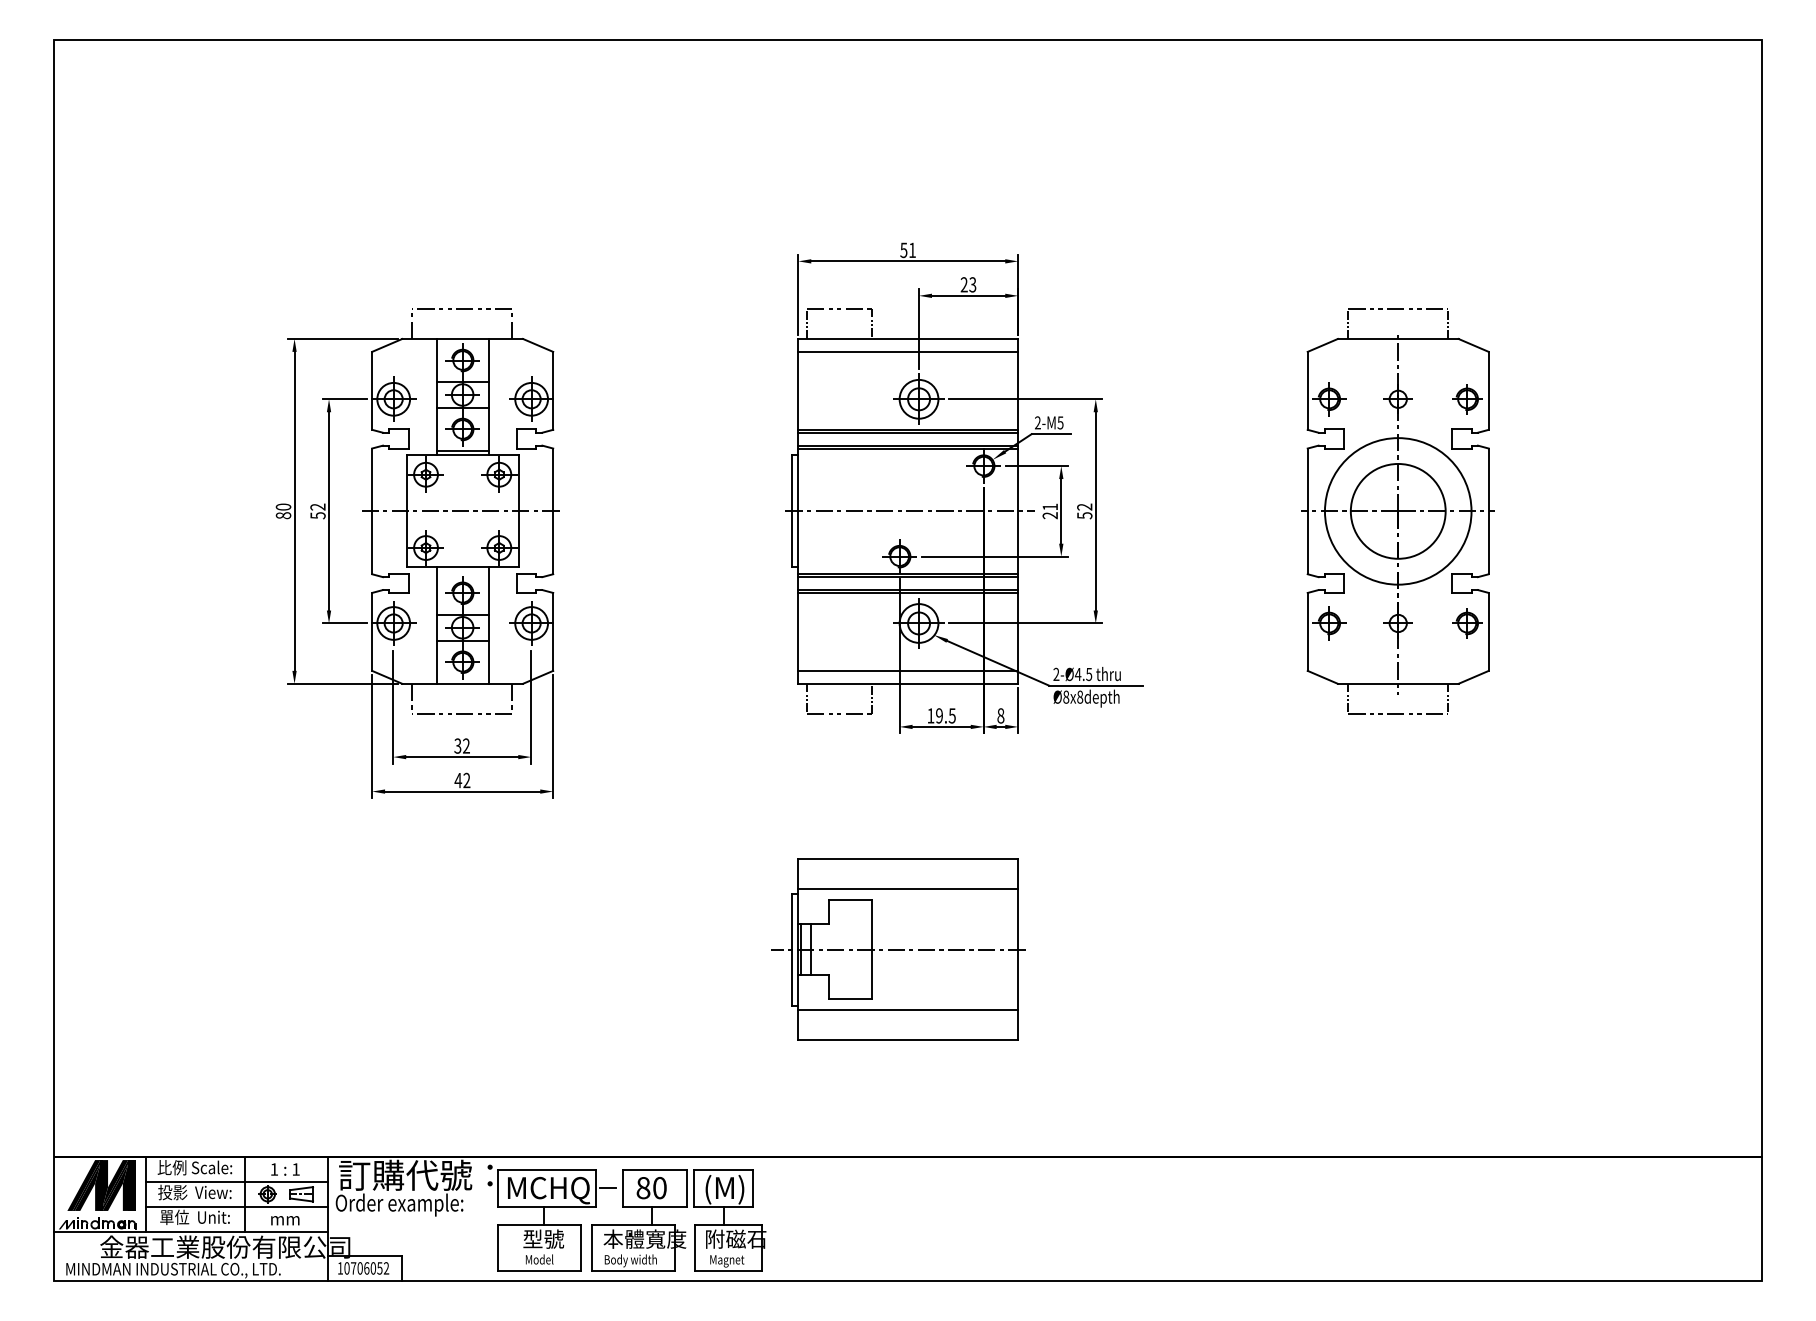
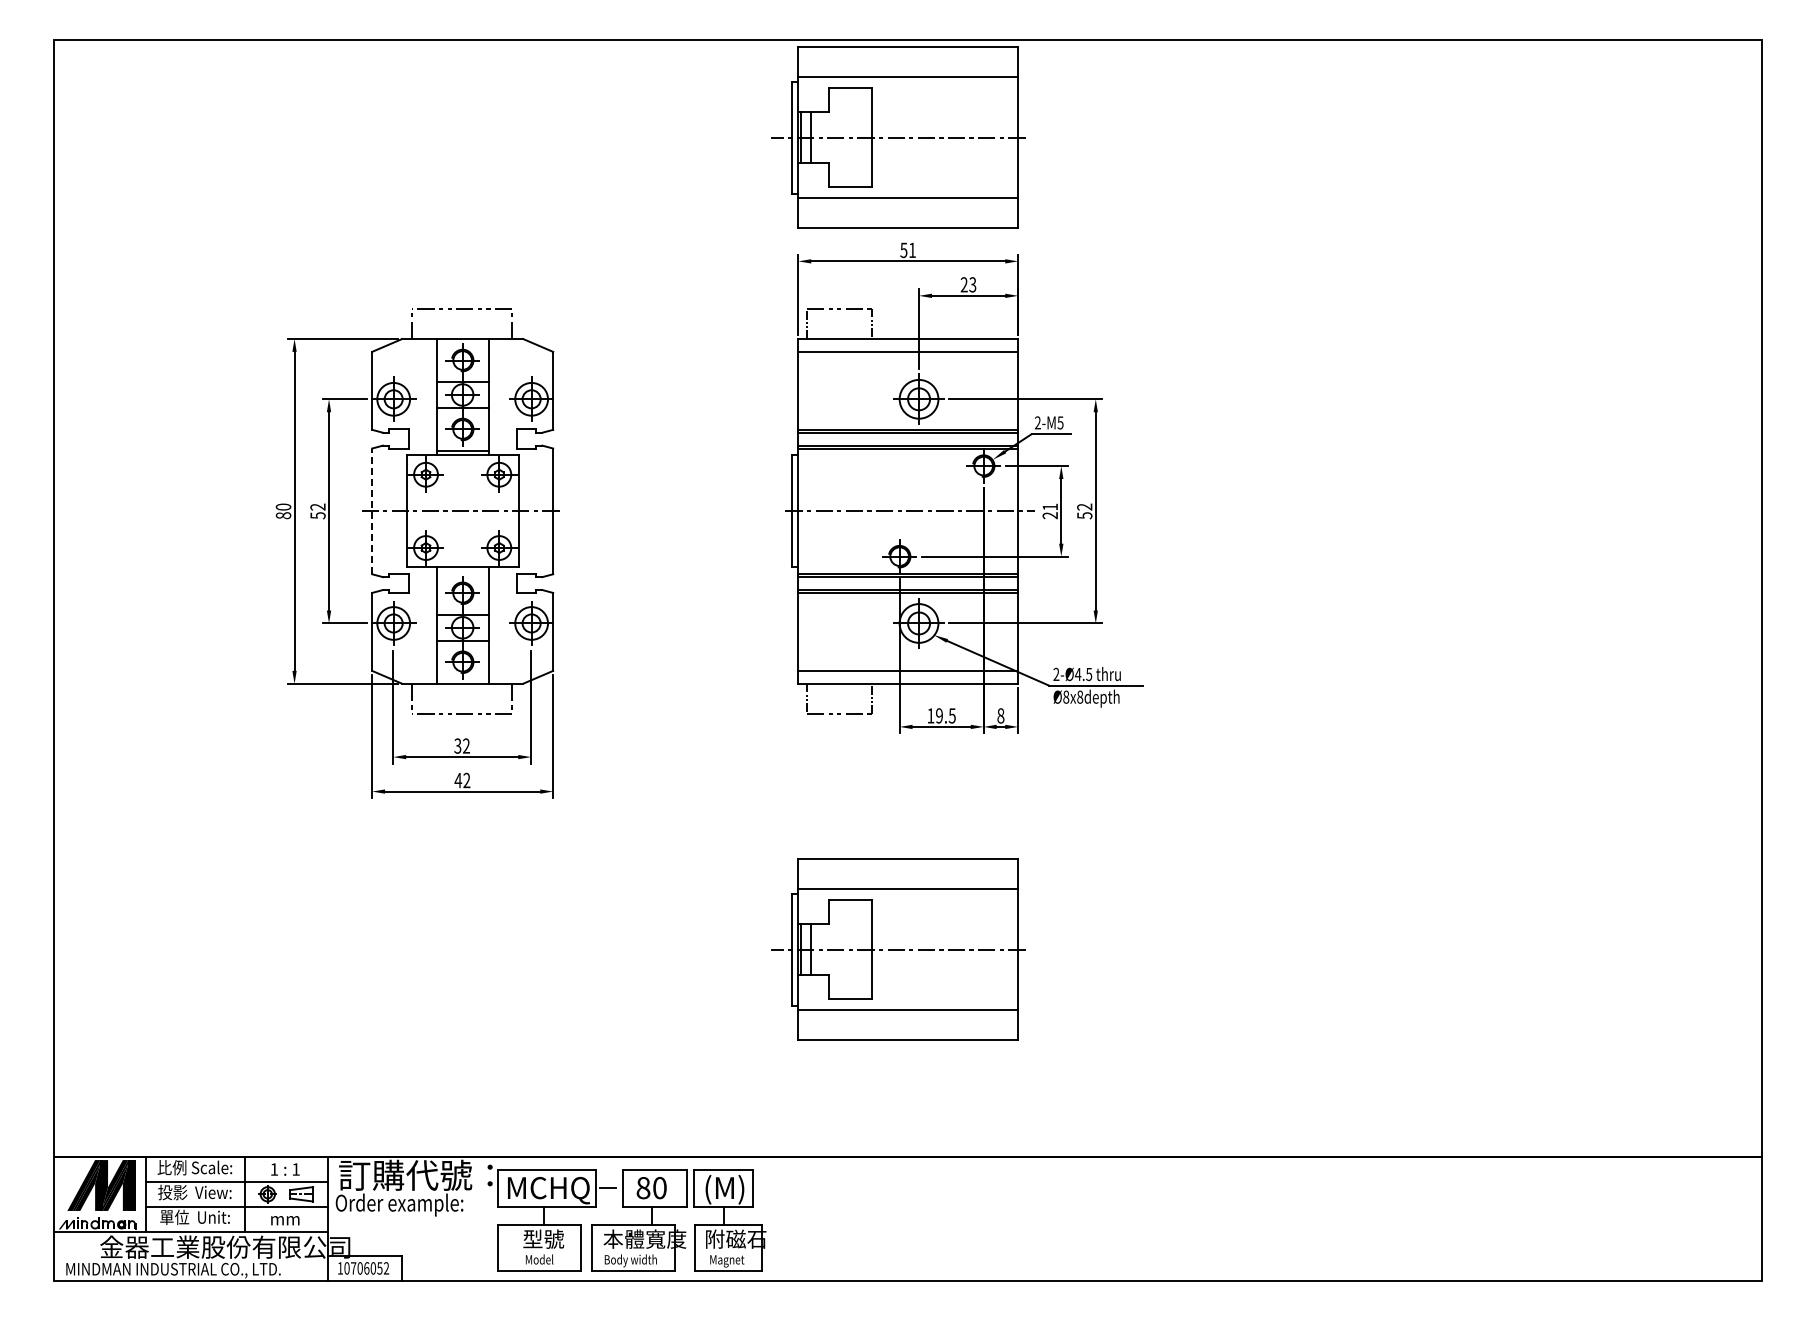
part at (898, 137): none -> present
line at (372, 511): solid -> dashed
part at (1397, 511): present -> none
